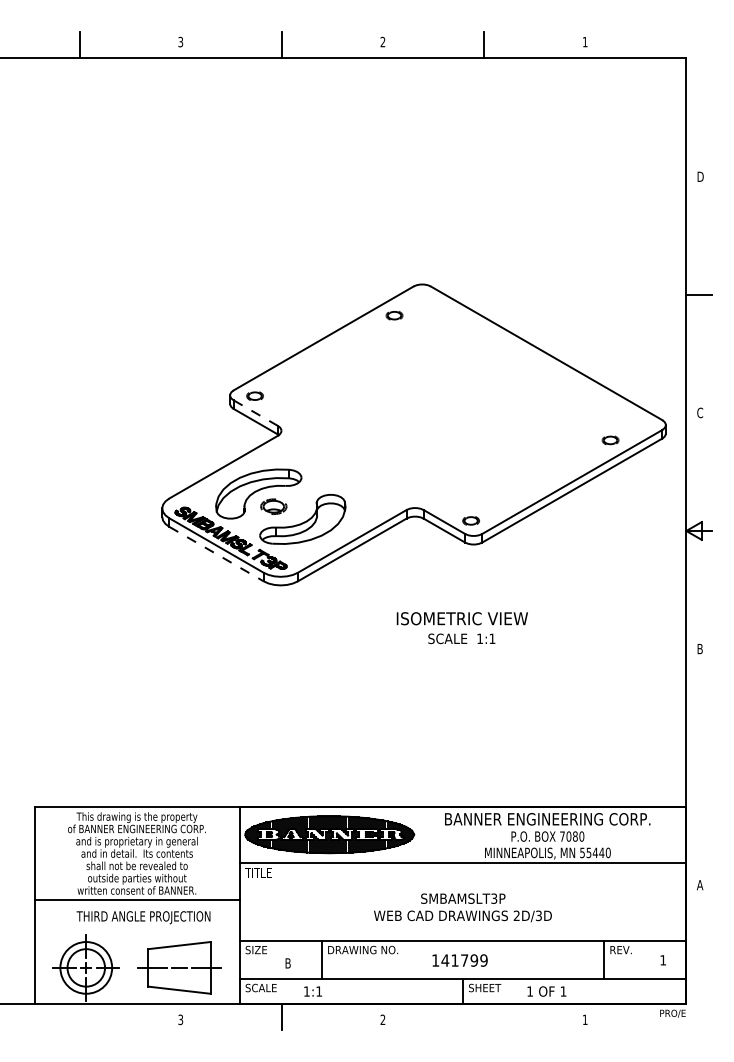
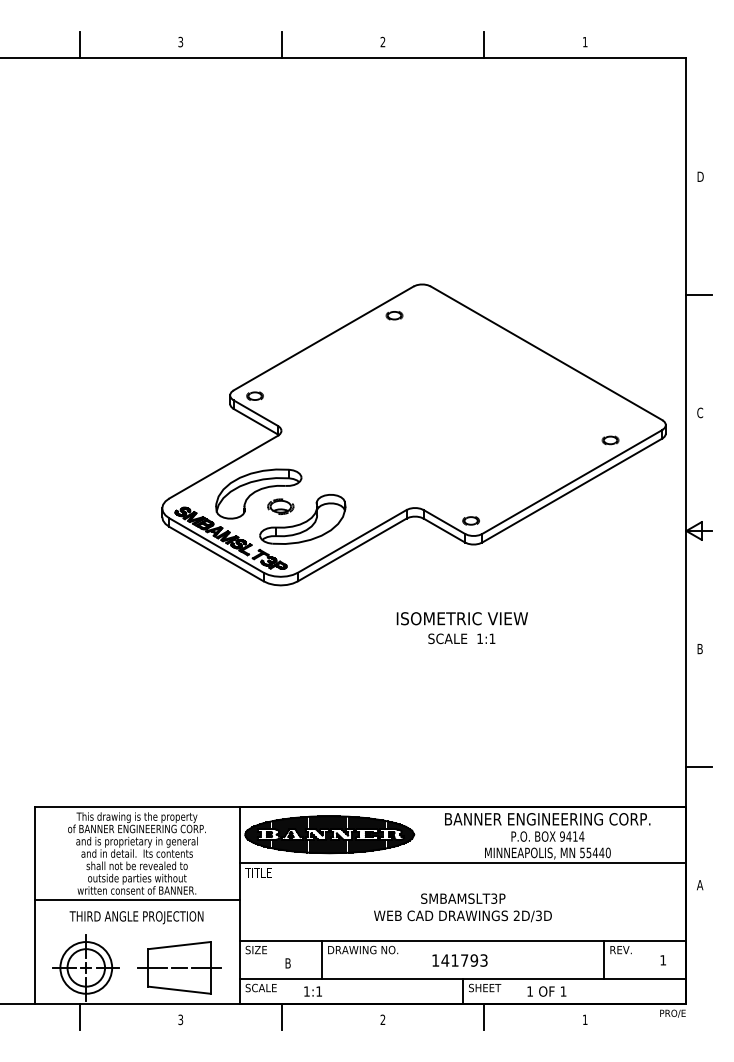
line at (255, 413): dashed -> solid
part at (273, 506) position: (273, 506) -> (280, 506)
line at (216, 554): dashed -> solid
line at (699, 767): none -> present
text at (572, 836): 7080 -> 9414
text at (143, 917) position: (143, 917) -> (136, 917)
text at (483, 960): 141799 -> 141793
line at (79, 1017): none -> present
line at (484, 1017): none -> present
